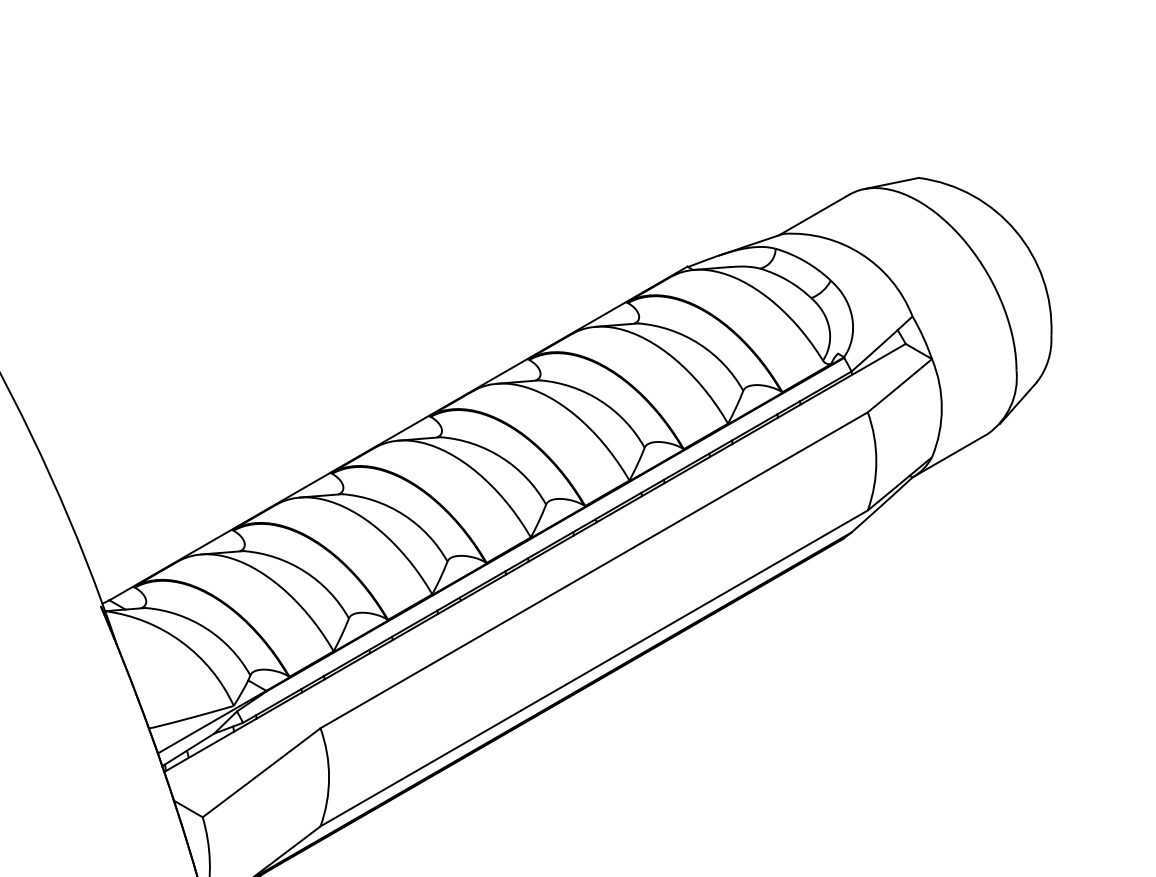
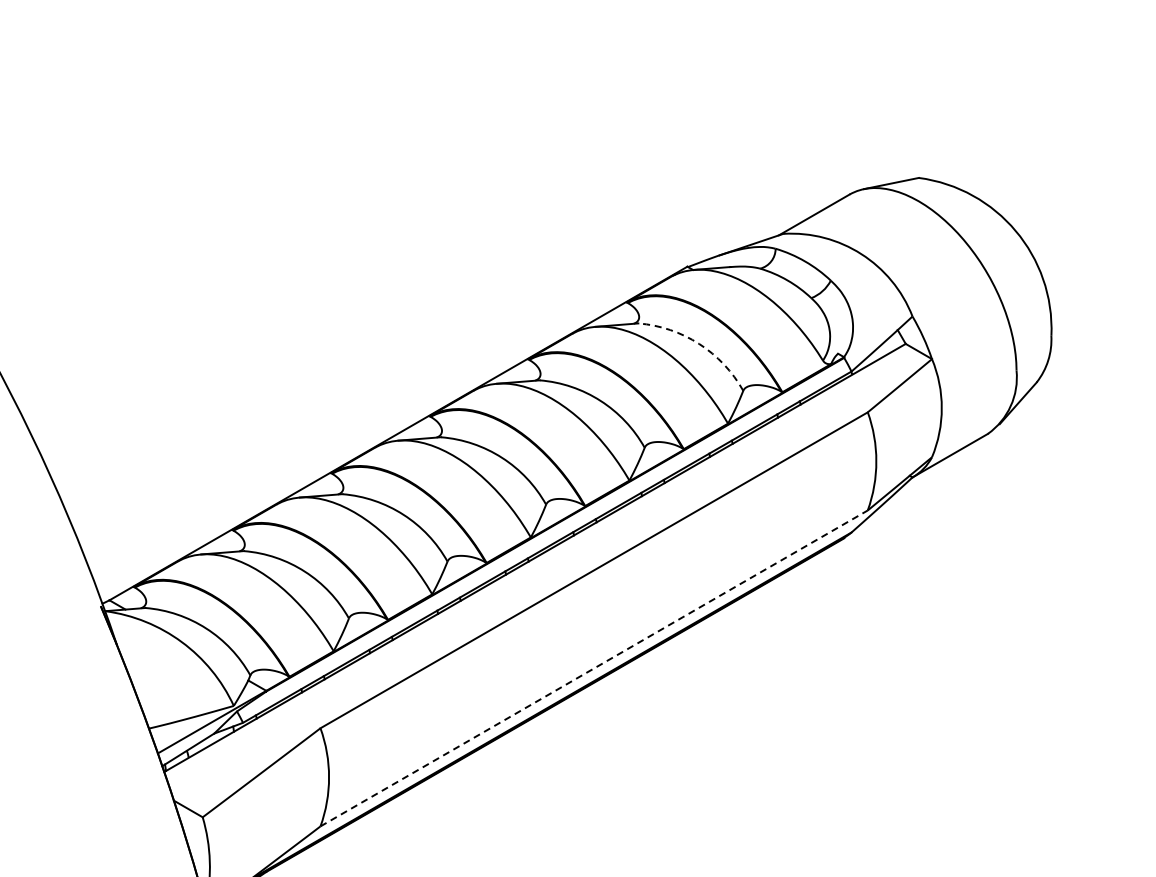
arc at (699, 343): solid -> dashed
line at (594, 668): solid -> dashed
